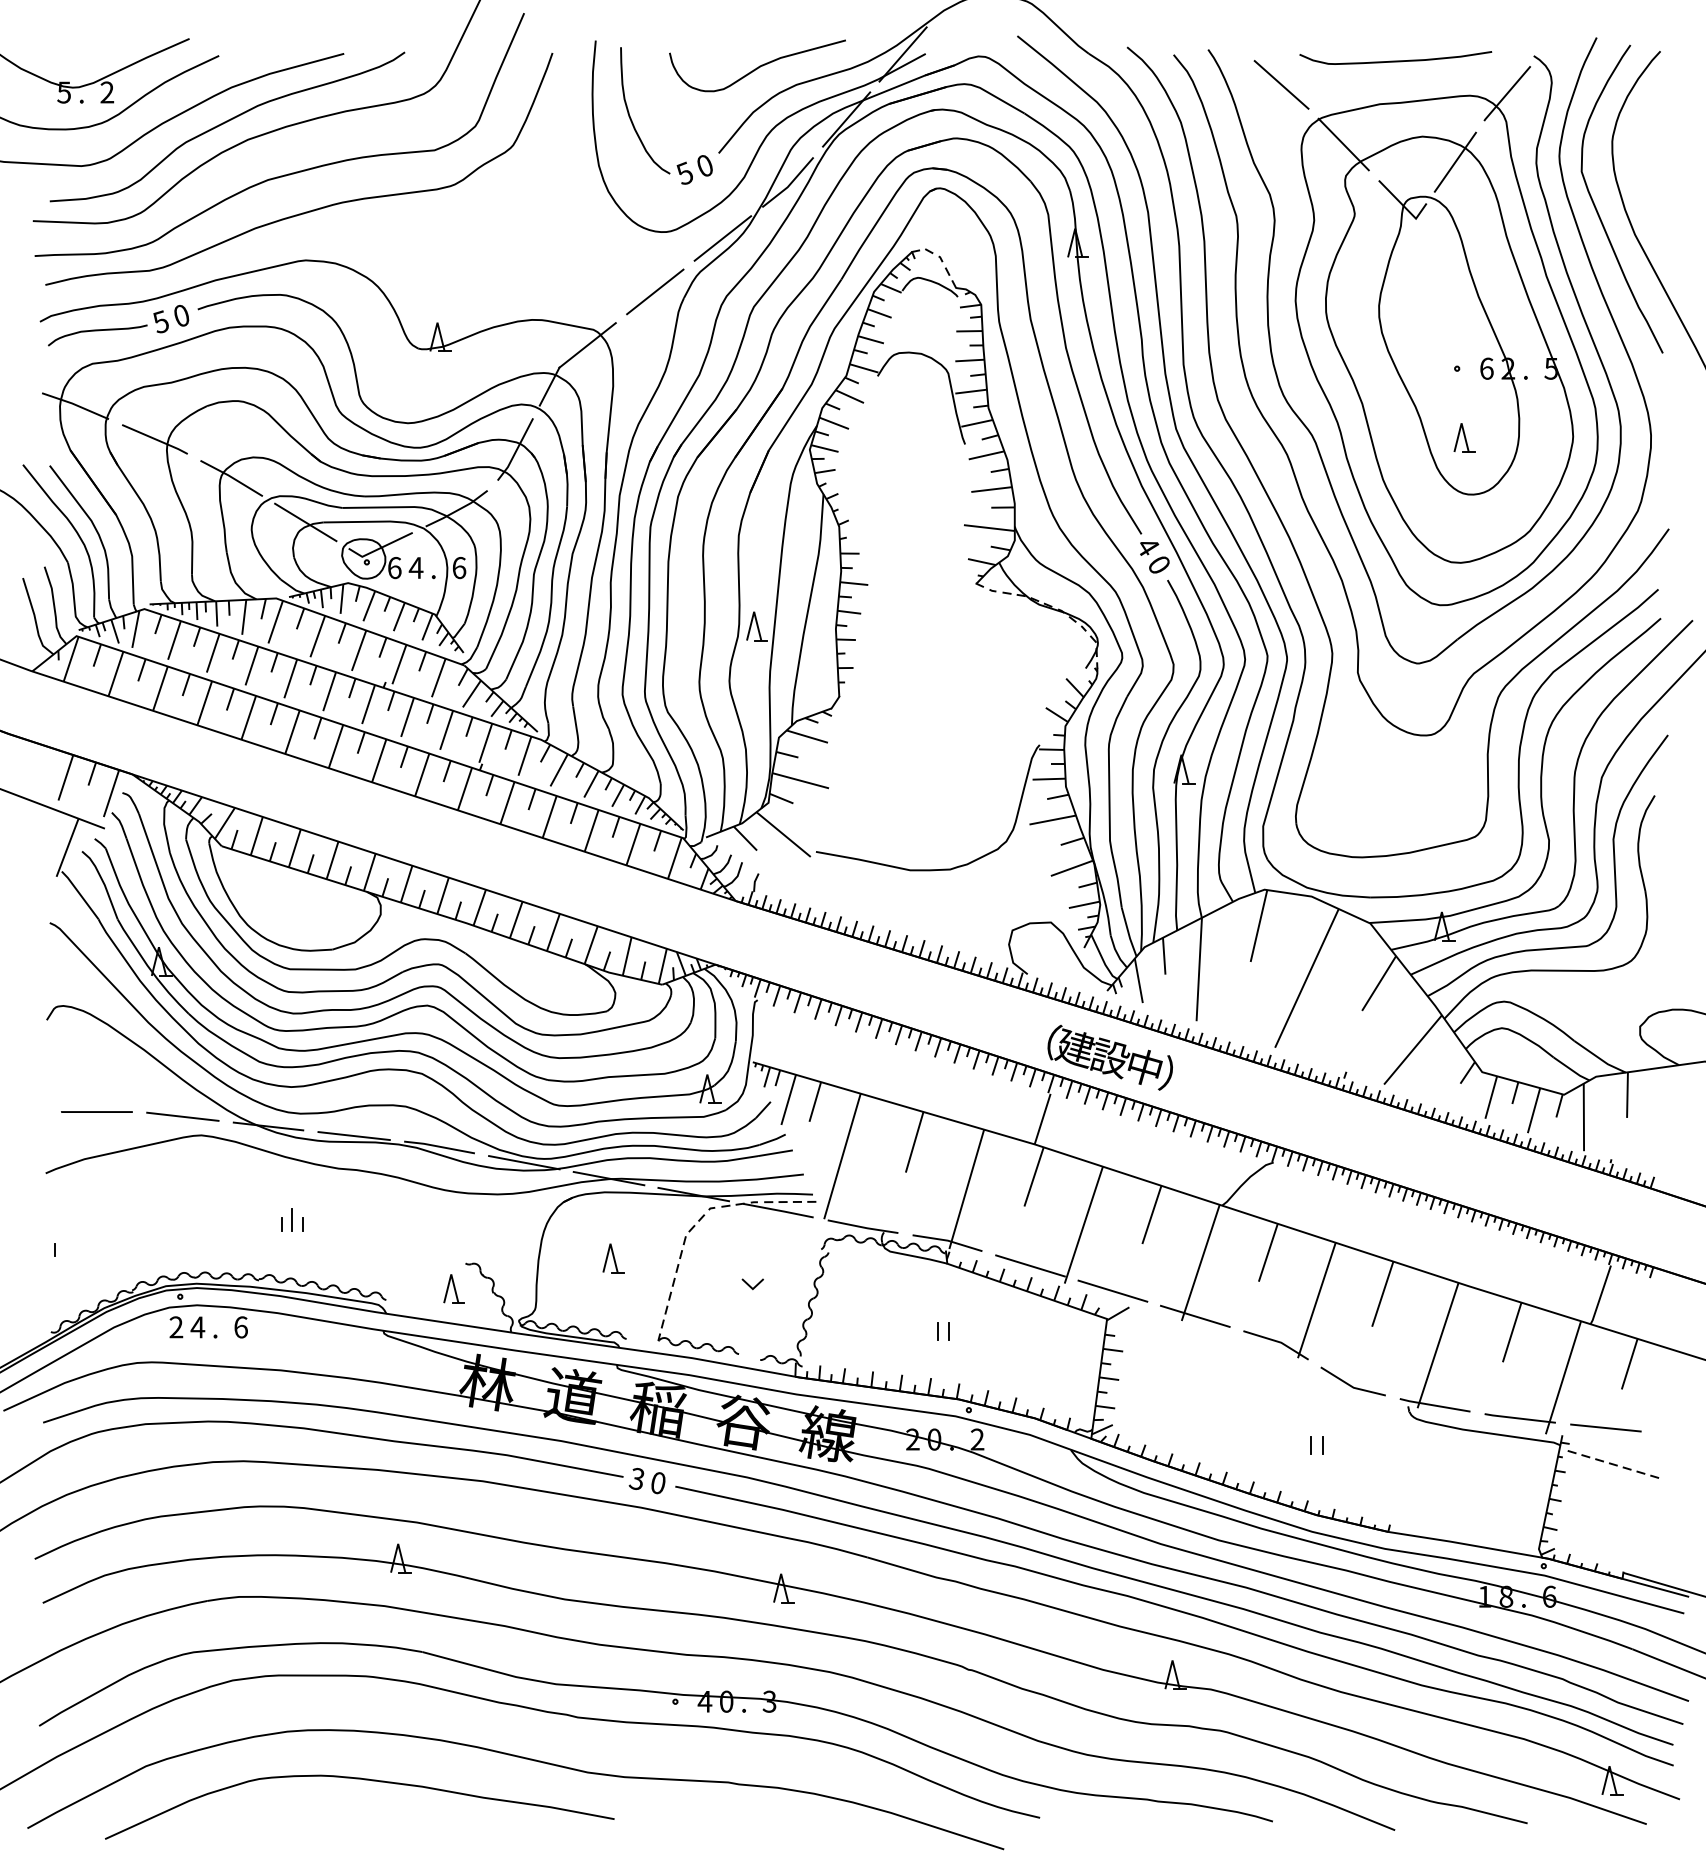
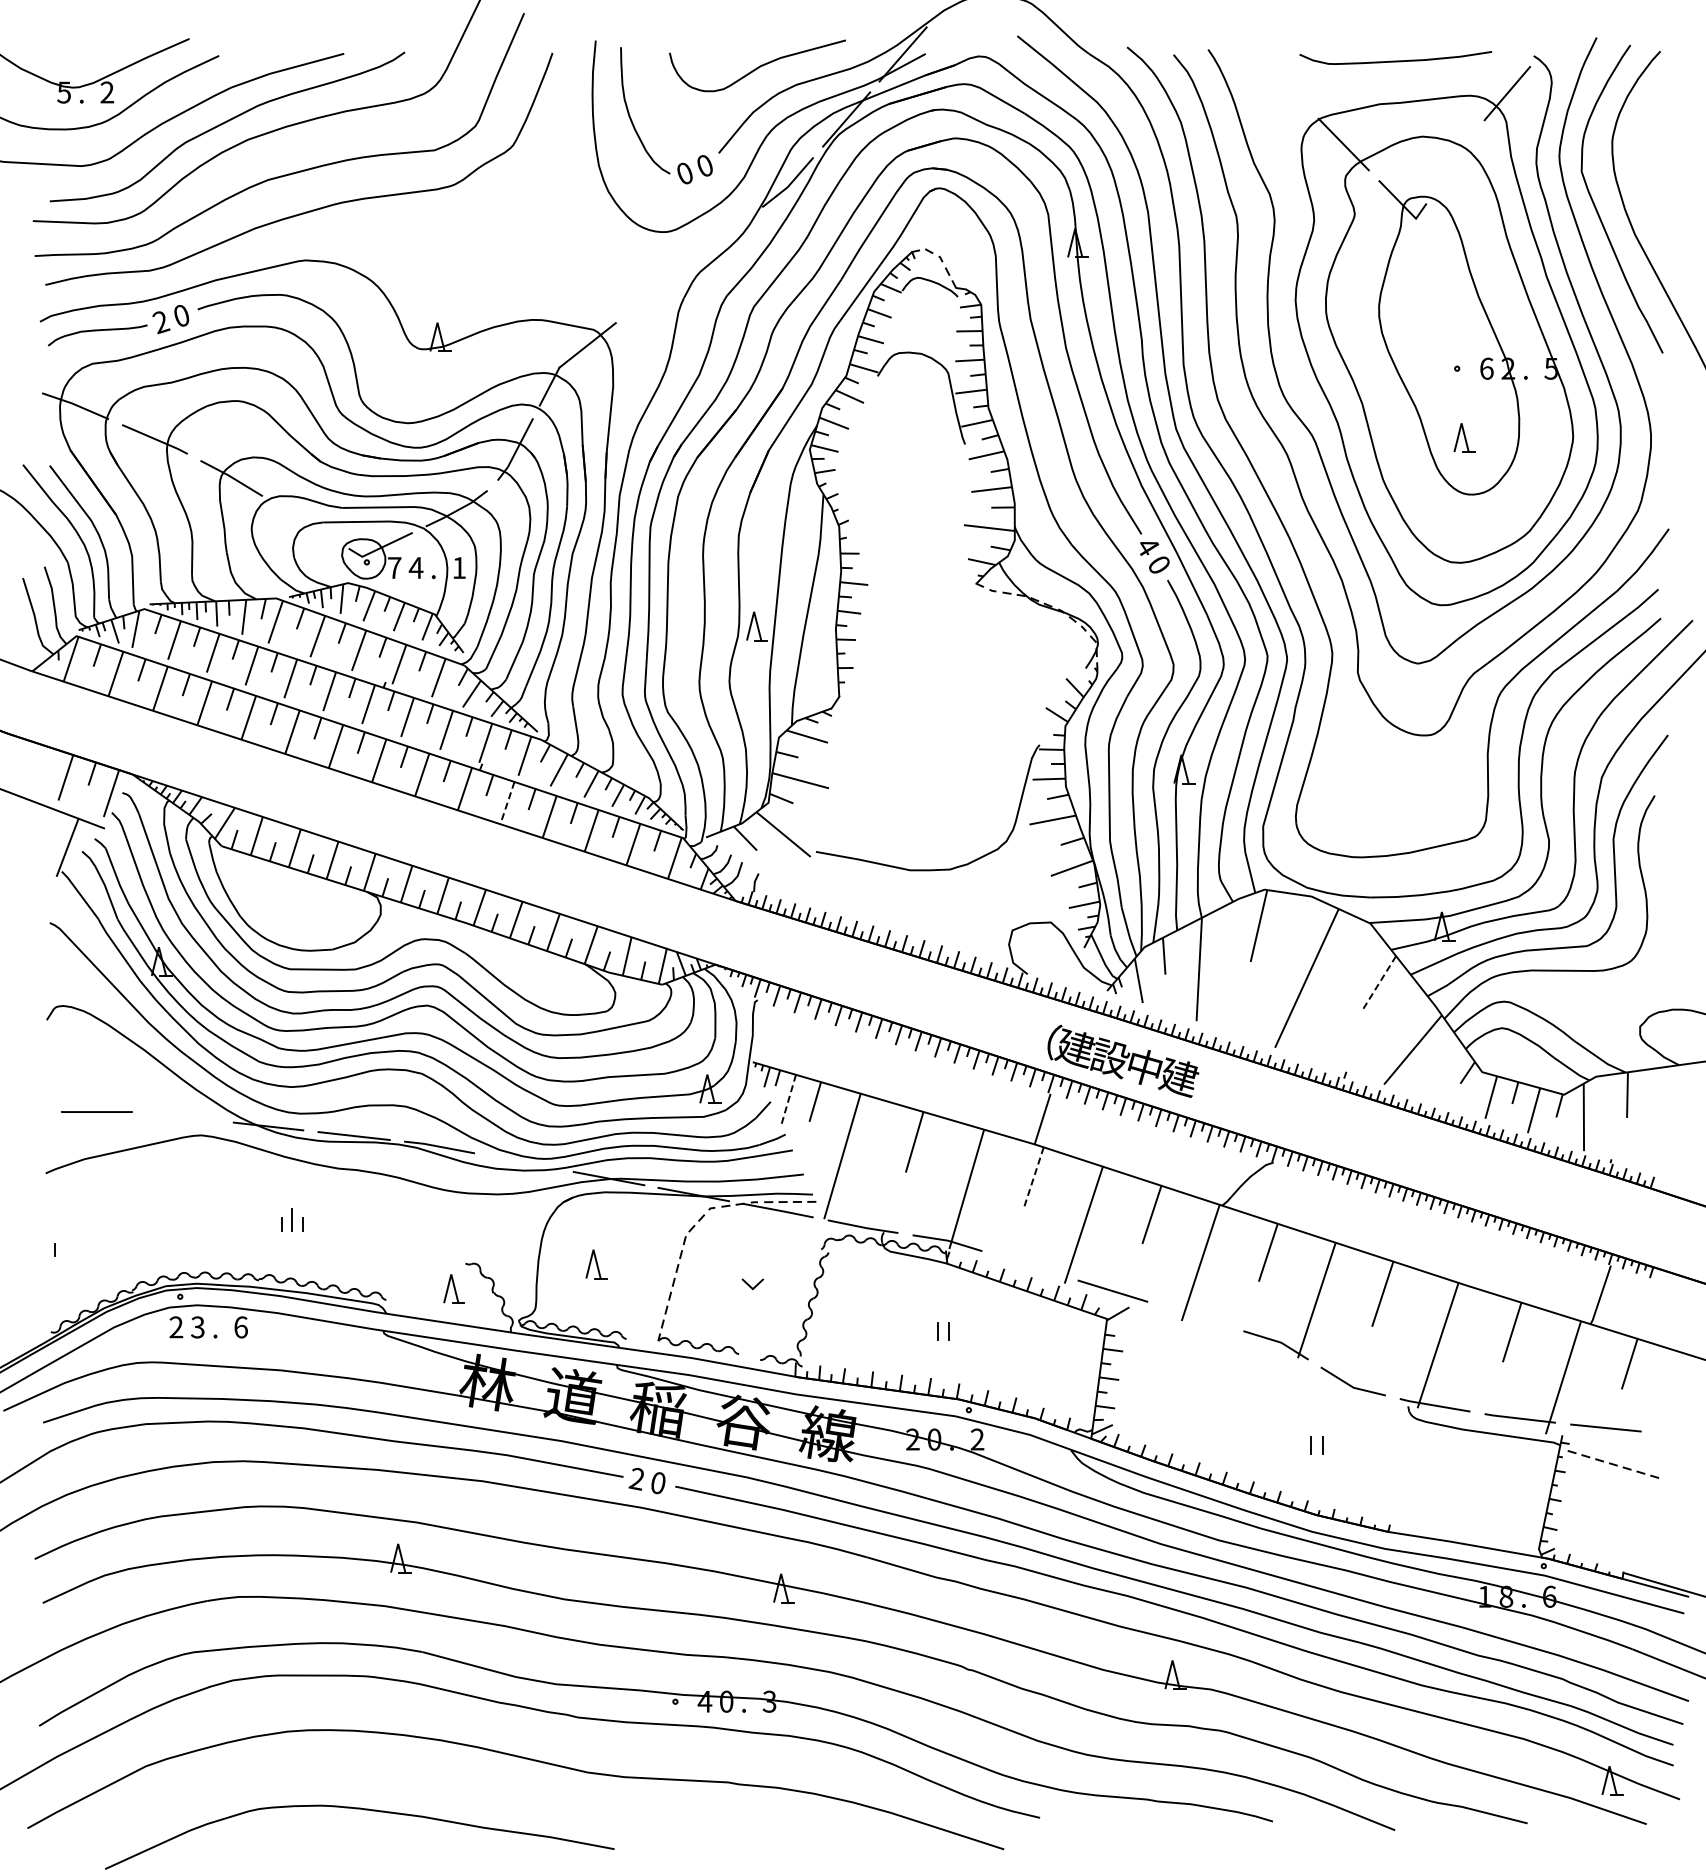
line at (1281, 84): present -> none
line at (1454, 161): present -> none
text at (684, 172): 5 -> 0
line at (722, 238): present -> none
line at (655, 291): present -> none
text at (161, 322): 5 -> 2
line at (305, 522): present -> none
text at (394, 567): 6 -> 7
text at (459, 567): 6 -> 1
line at (507, 803): solid -> dashed
line at (1378, 983): solid -> dashed
text at (1178, 1076): ） -> 建
line at (788, 1100): solid -> dashed
line at (182, 1116): present -> none
line at (524, 1162): present -> none
line at (1033, 1177): solid -> dashed
part at (613, 1258) position: (613, 1258) -> (596, 1264)
line at (1030, 1265): present -> none
line at (1194, 1315): present -> none
text at (197, 1327): 4 -> 3
text at (636, 1479): 3 -> 2
curve at (364, 1780) position: (364, 1780) -> (364, 1810)
